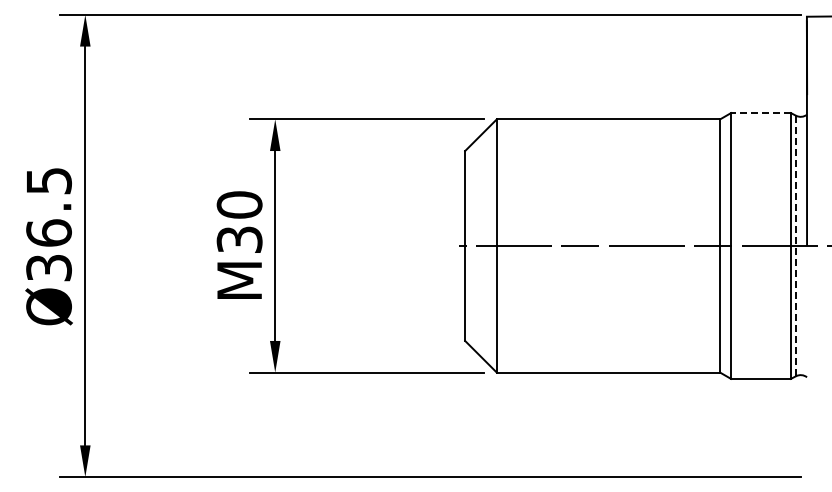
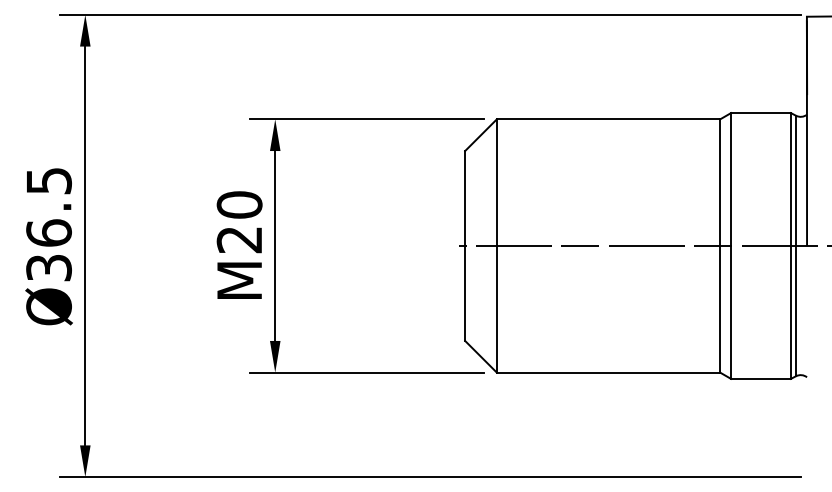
line at (761, 113): dashed -> solid
text at (239, 239): M30 -> M20
line at (796, 246): dashed -> solid
